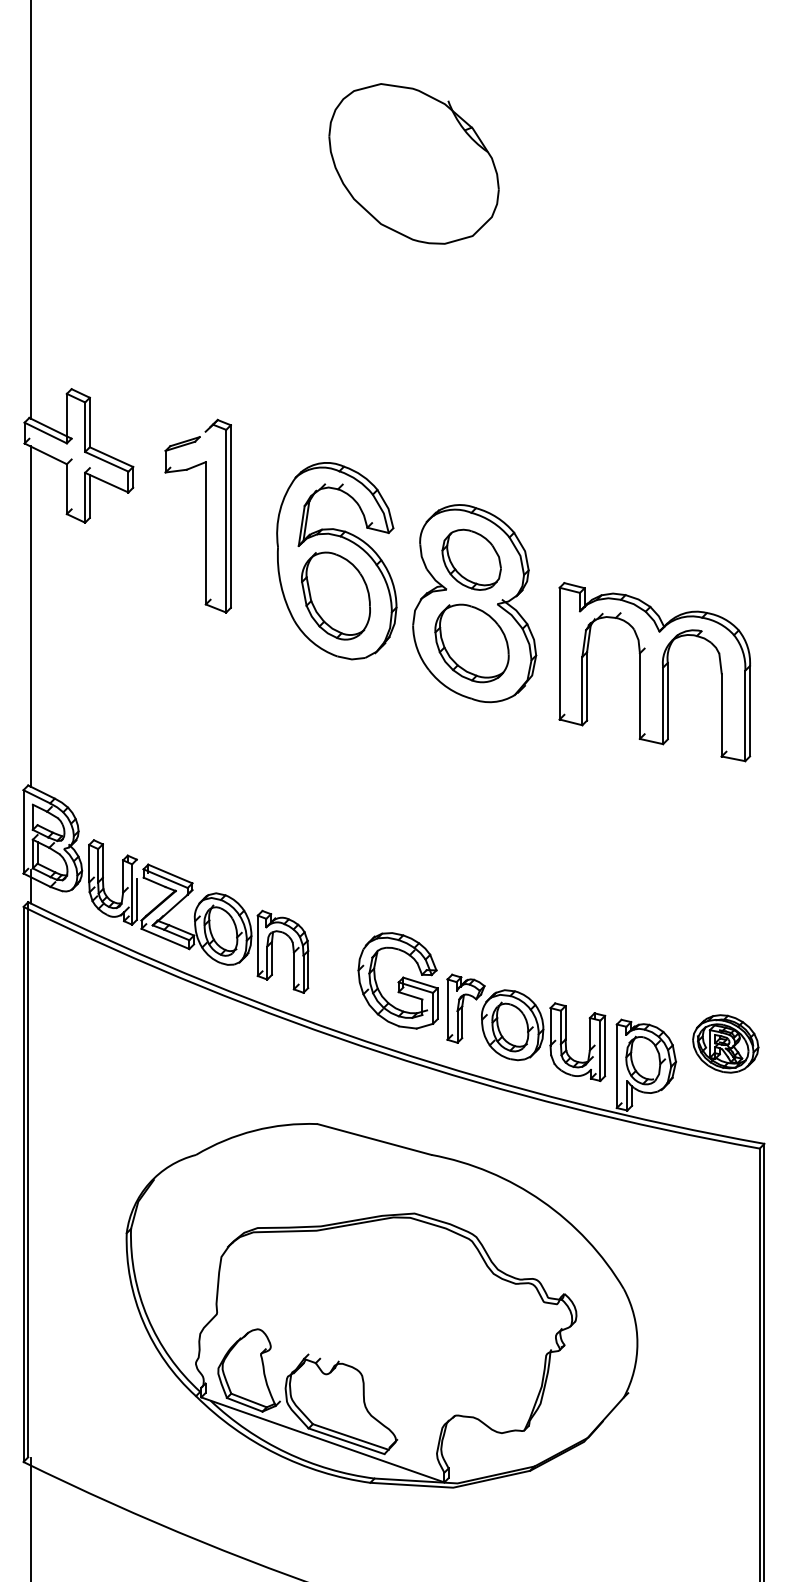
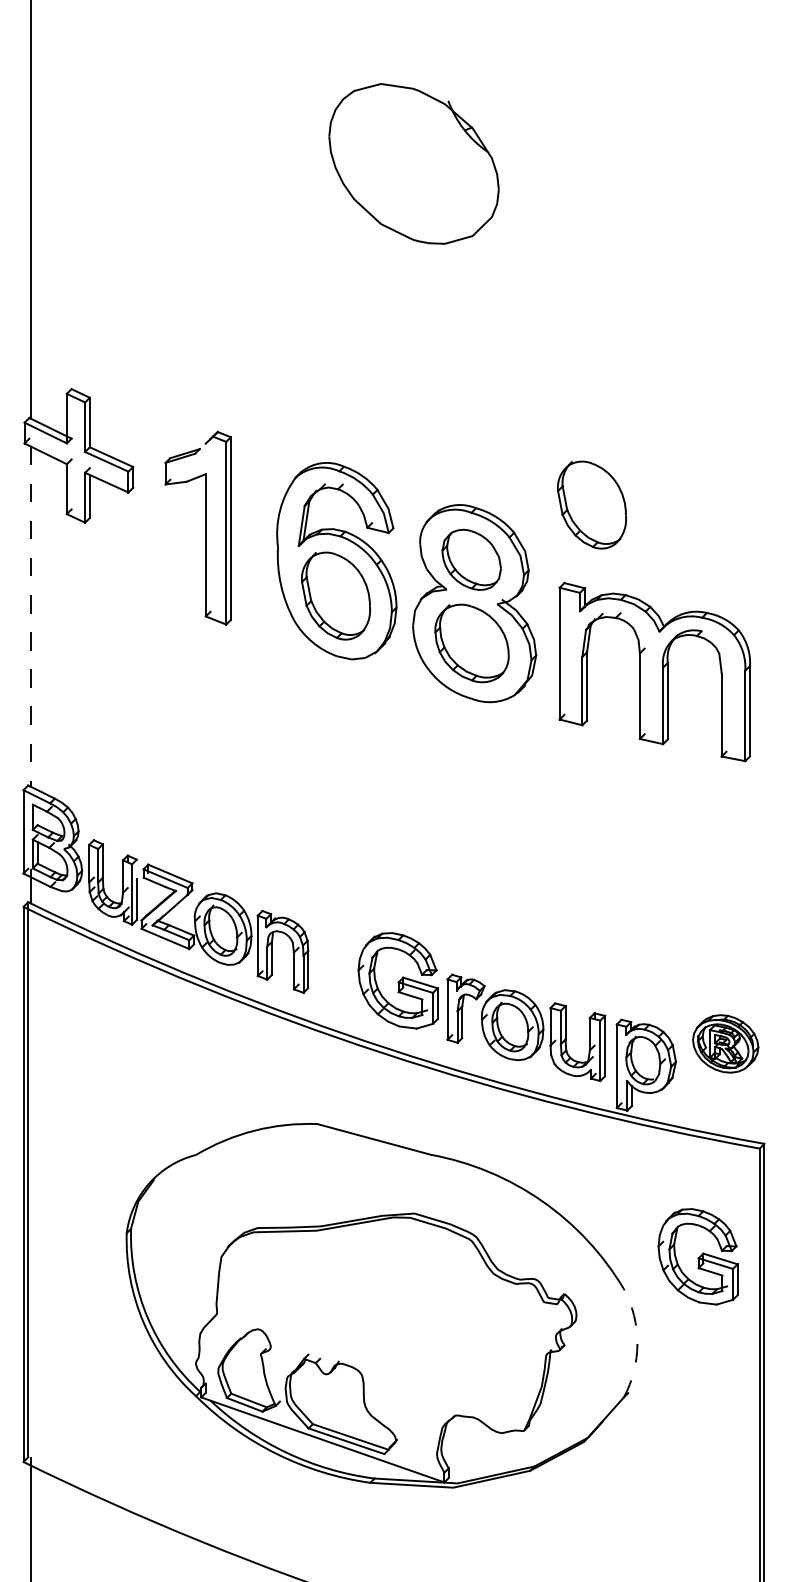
part at (591, 504): none -> present
part at (205, 515) position: (205, 515) -> (205, 527)
line at (30, 617): solid -> dashed
part at (697, 1256): none -> present
arc at (637, 1343): solid -> dashed
